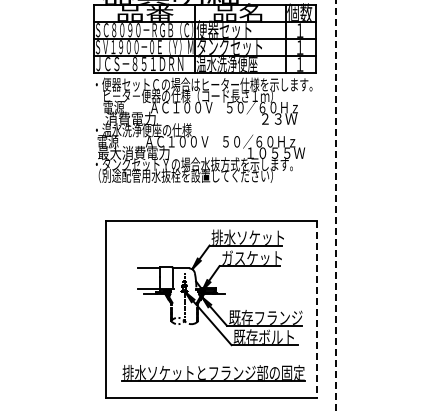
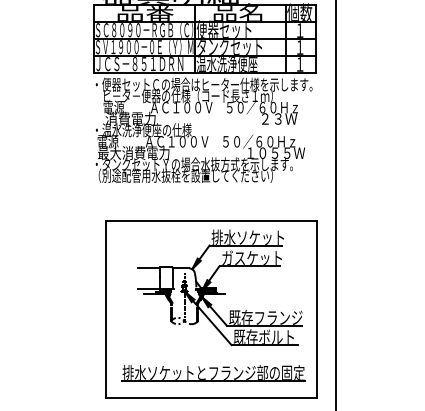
line at (335, 205): dashed -> solid
line at (317, 309): dashed -> solid
